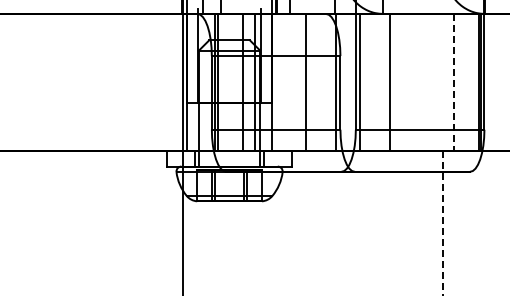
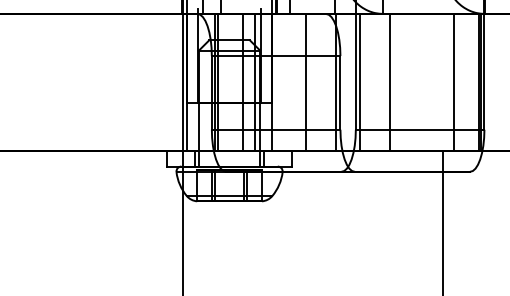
line at (453, 82): dashed -> solid
line at (442, 223): dashed -> solid
